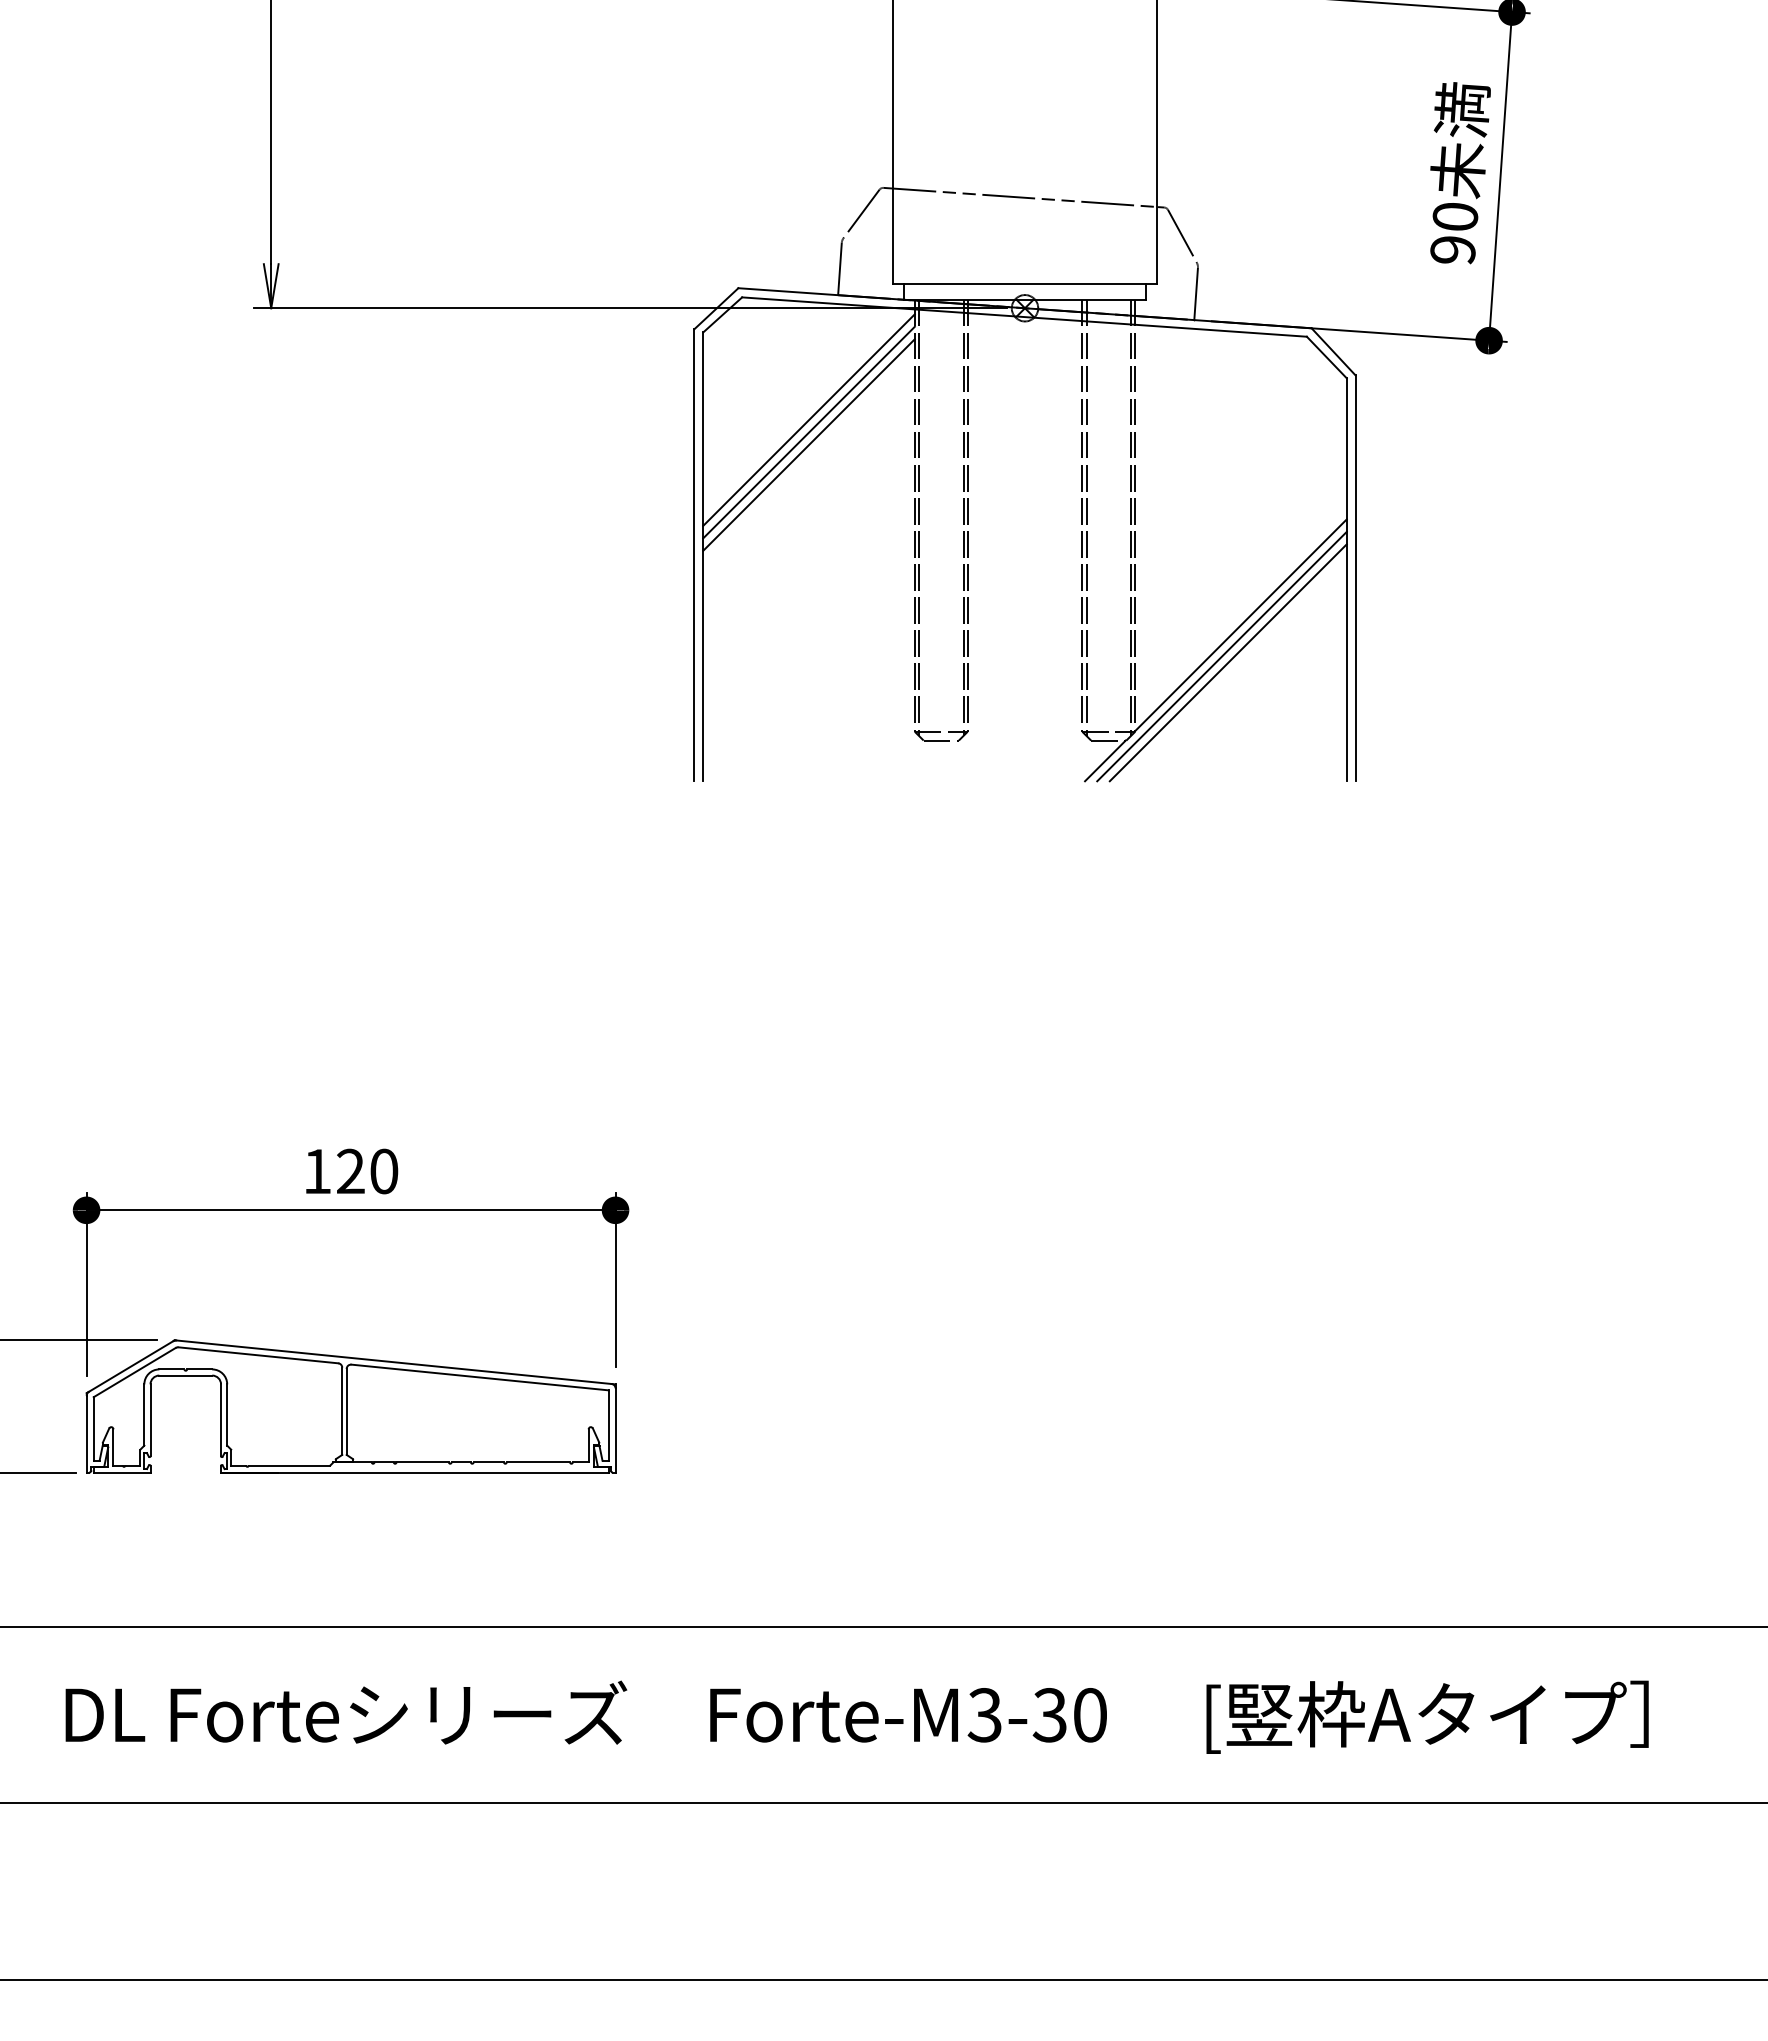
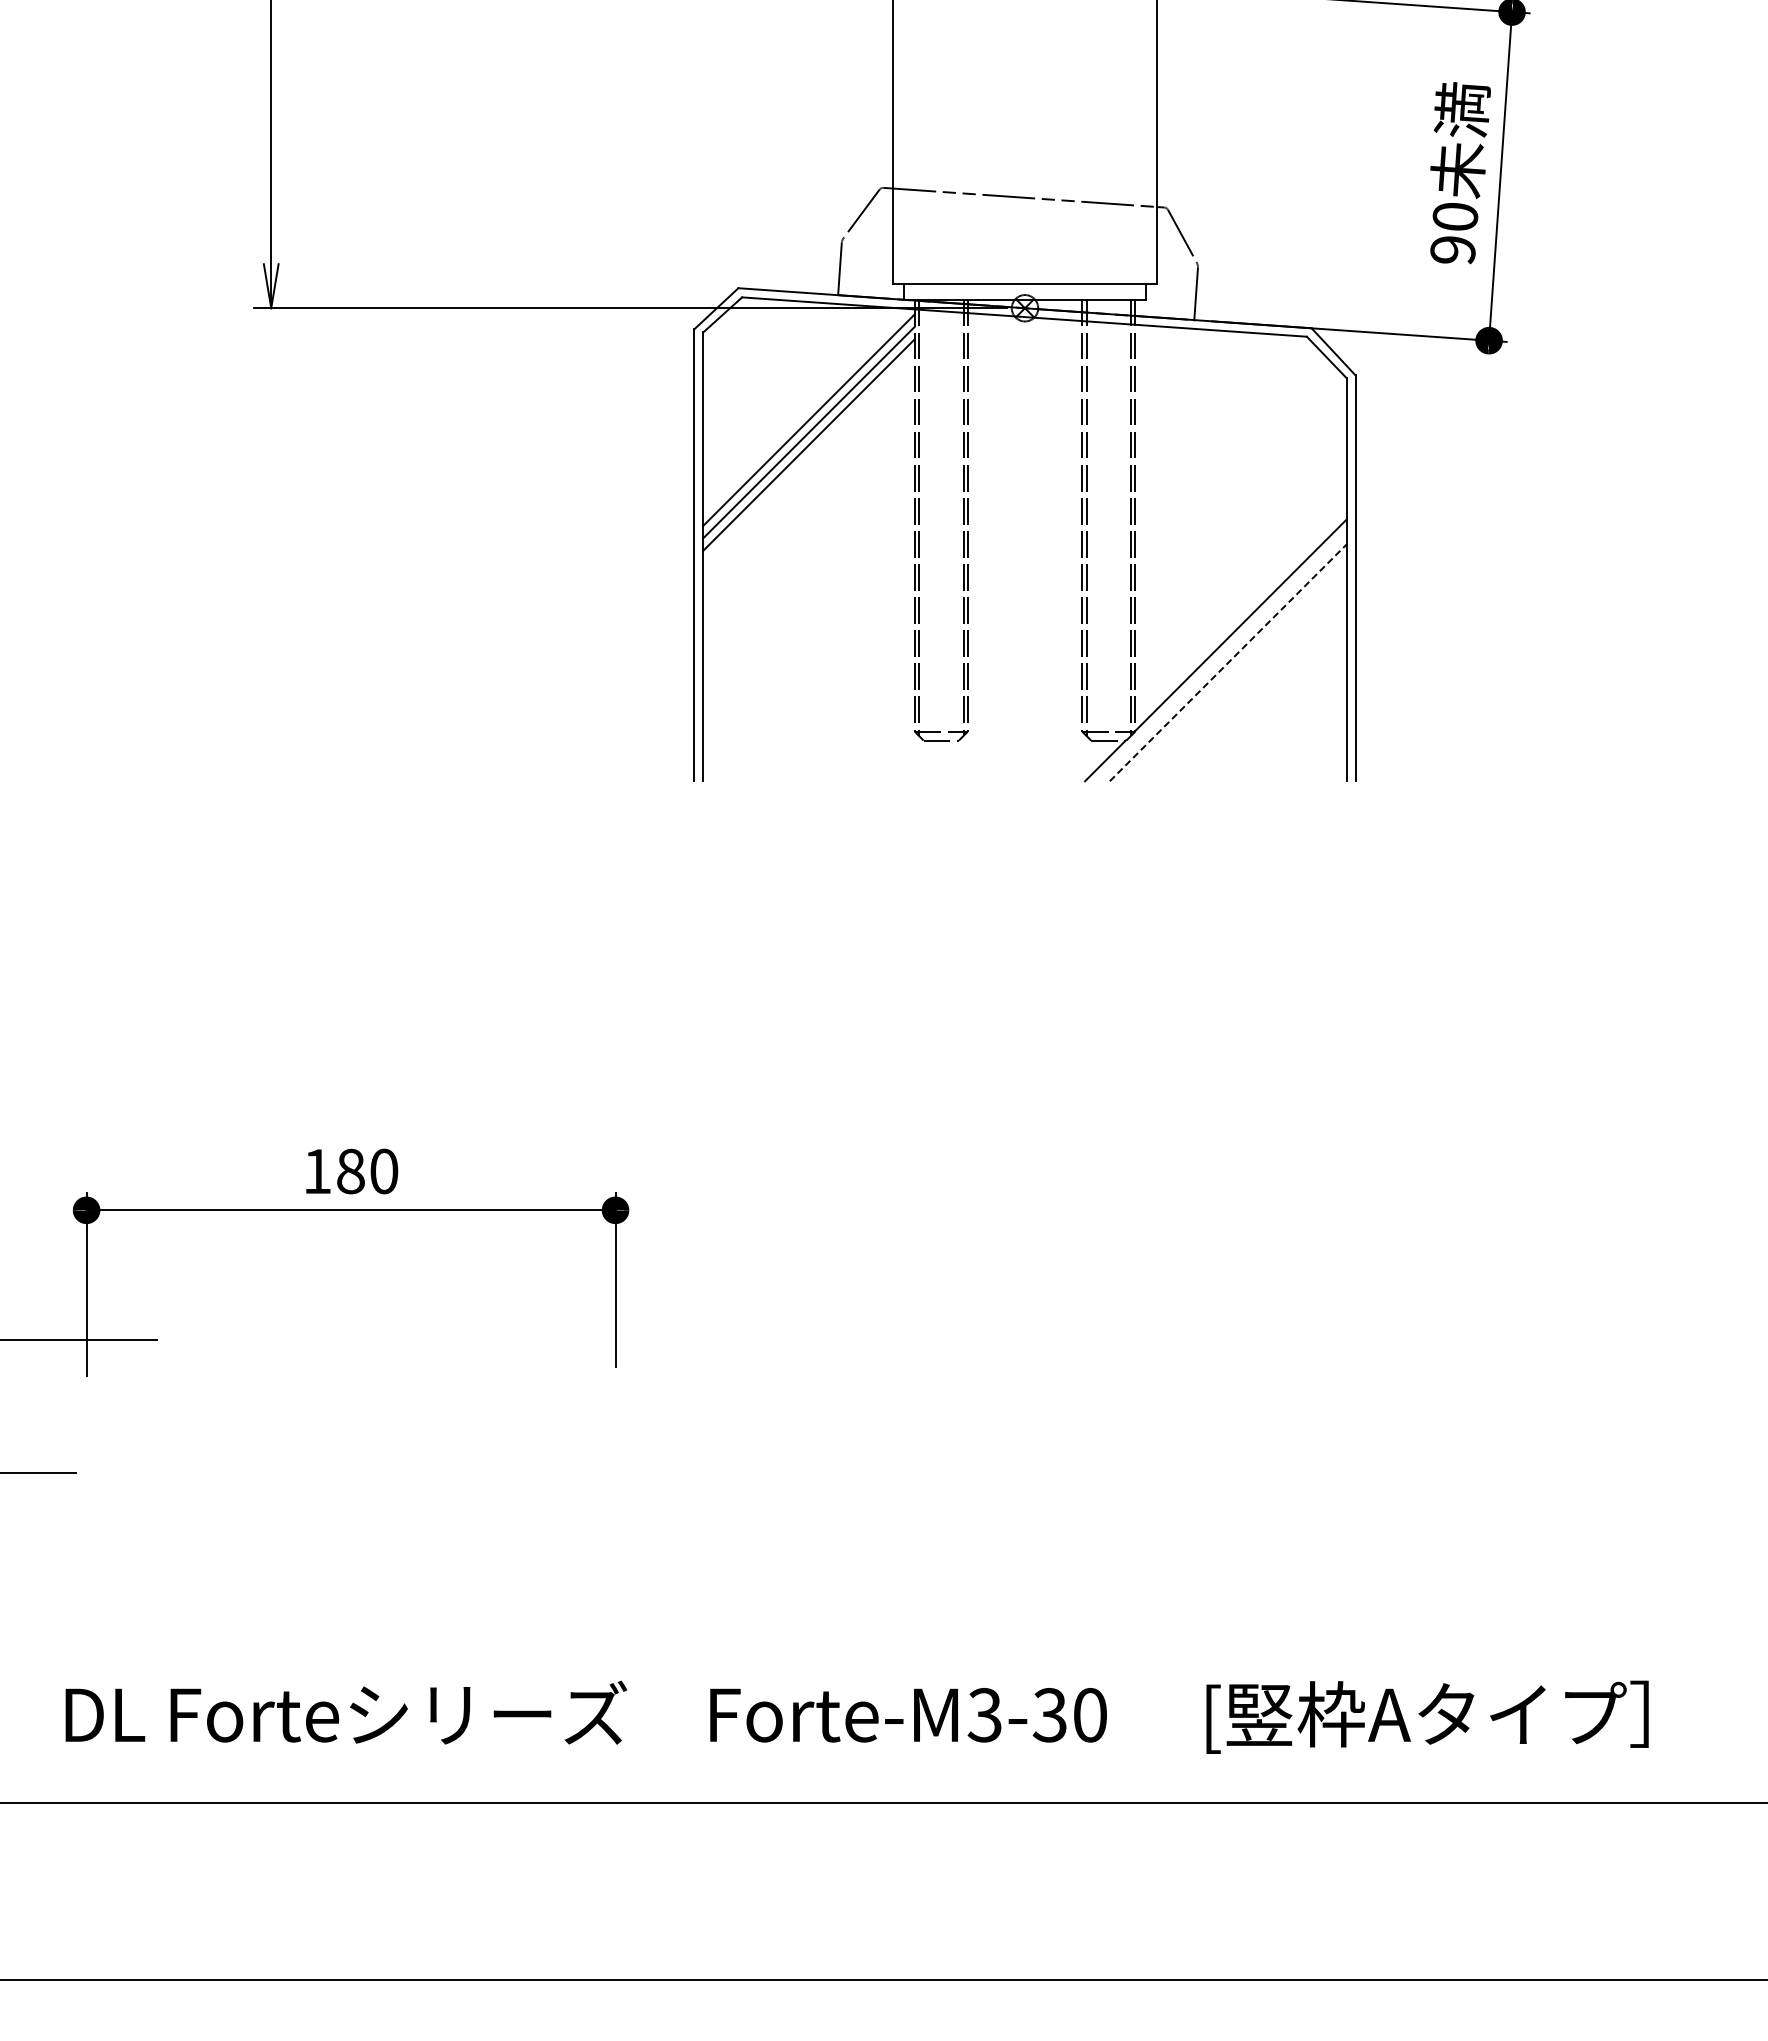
line at (1221, 656): present -> none
line at (1228, 662): solid -> dashed
text at (350, 1171): 120 -> 180
part at (350, 1406): present -> none
line at (883, 1627): present -> none
